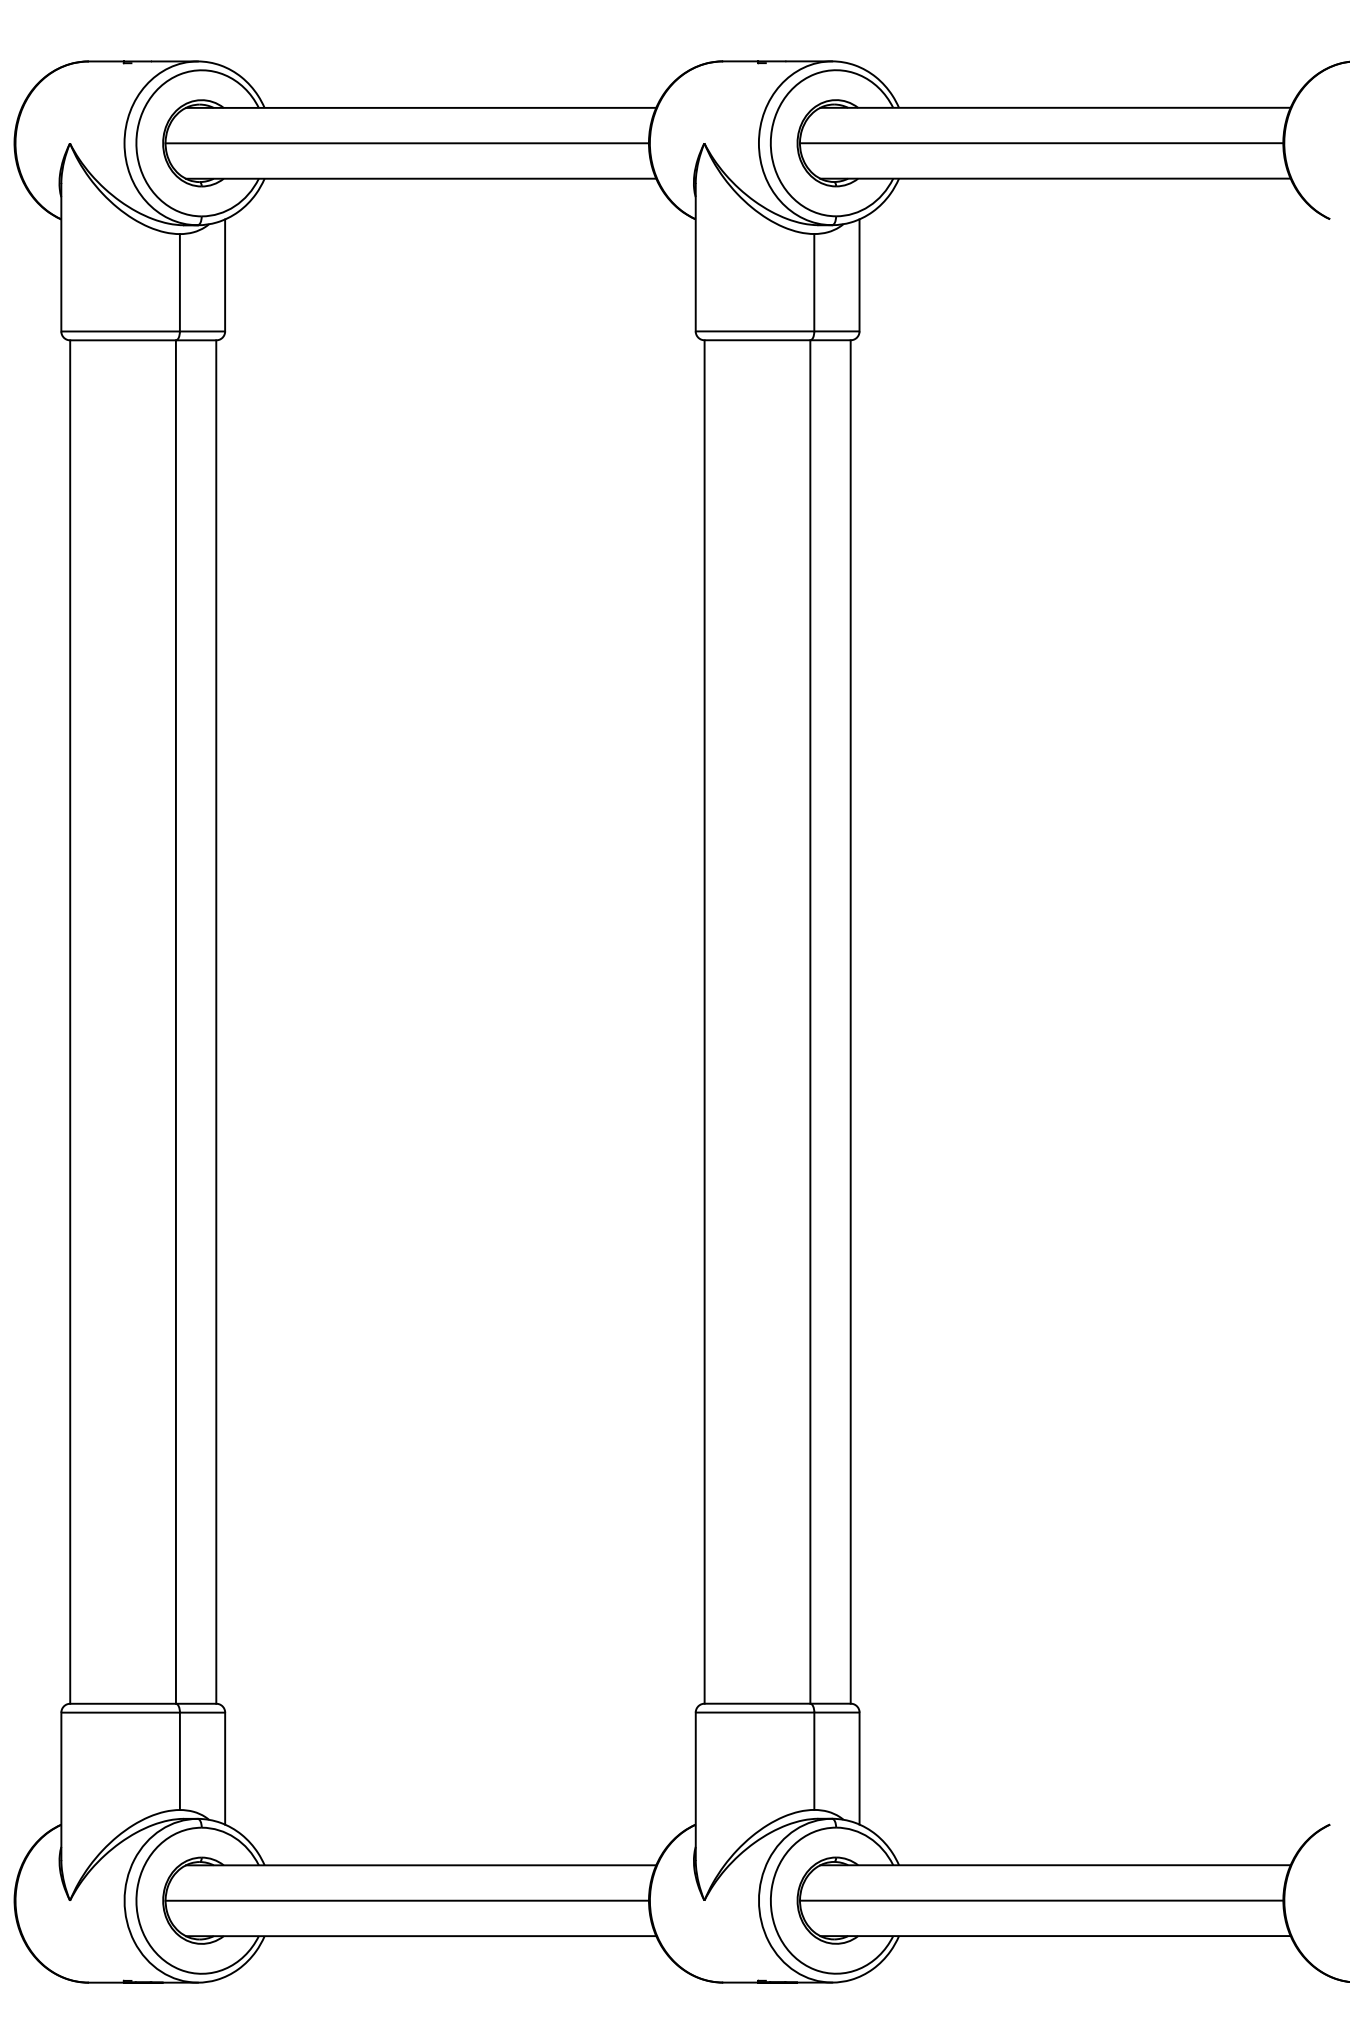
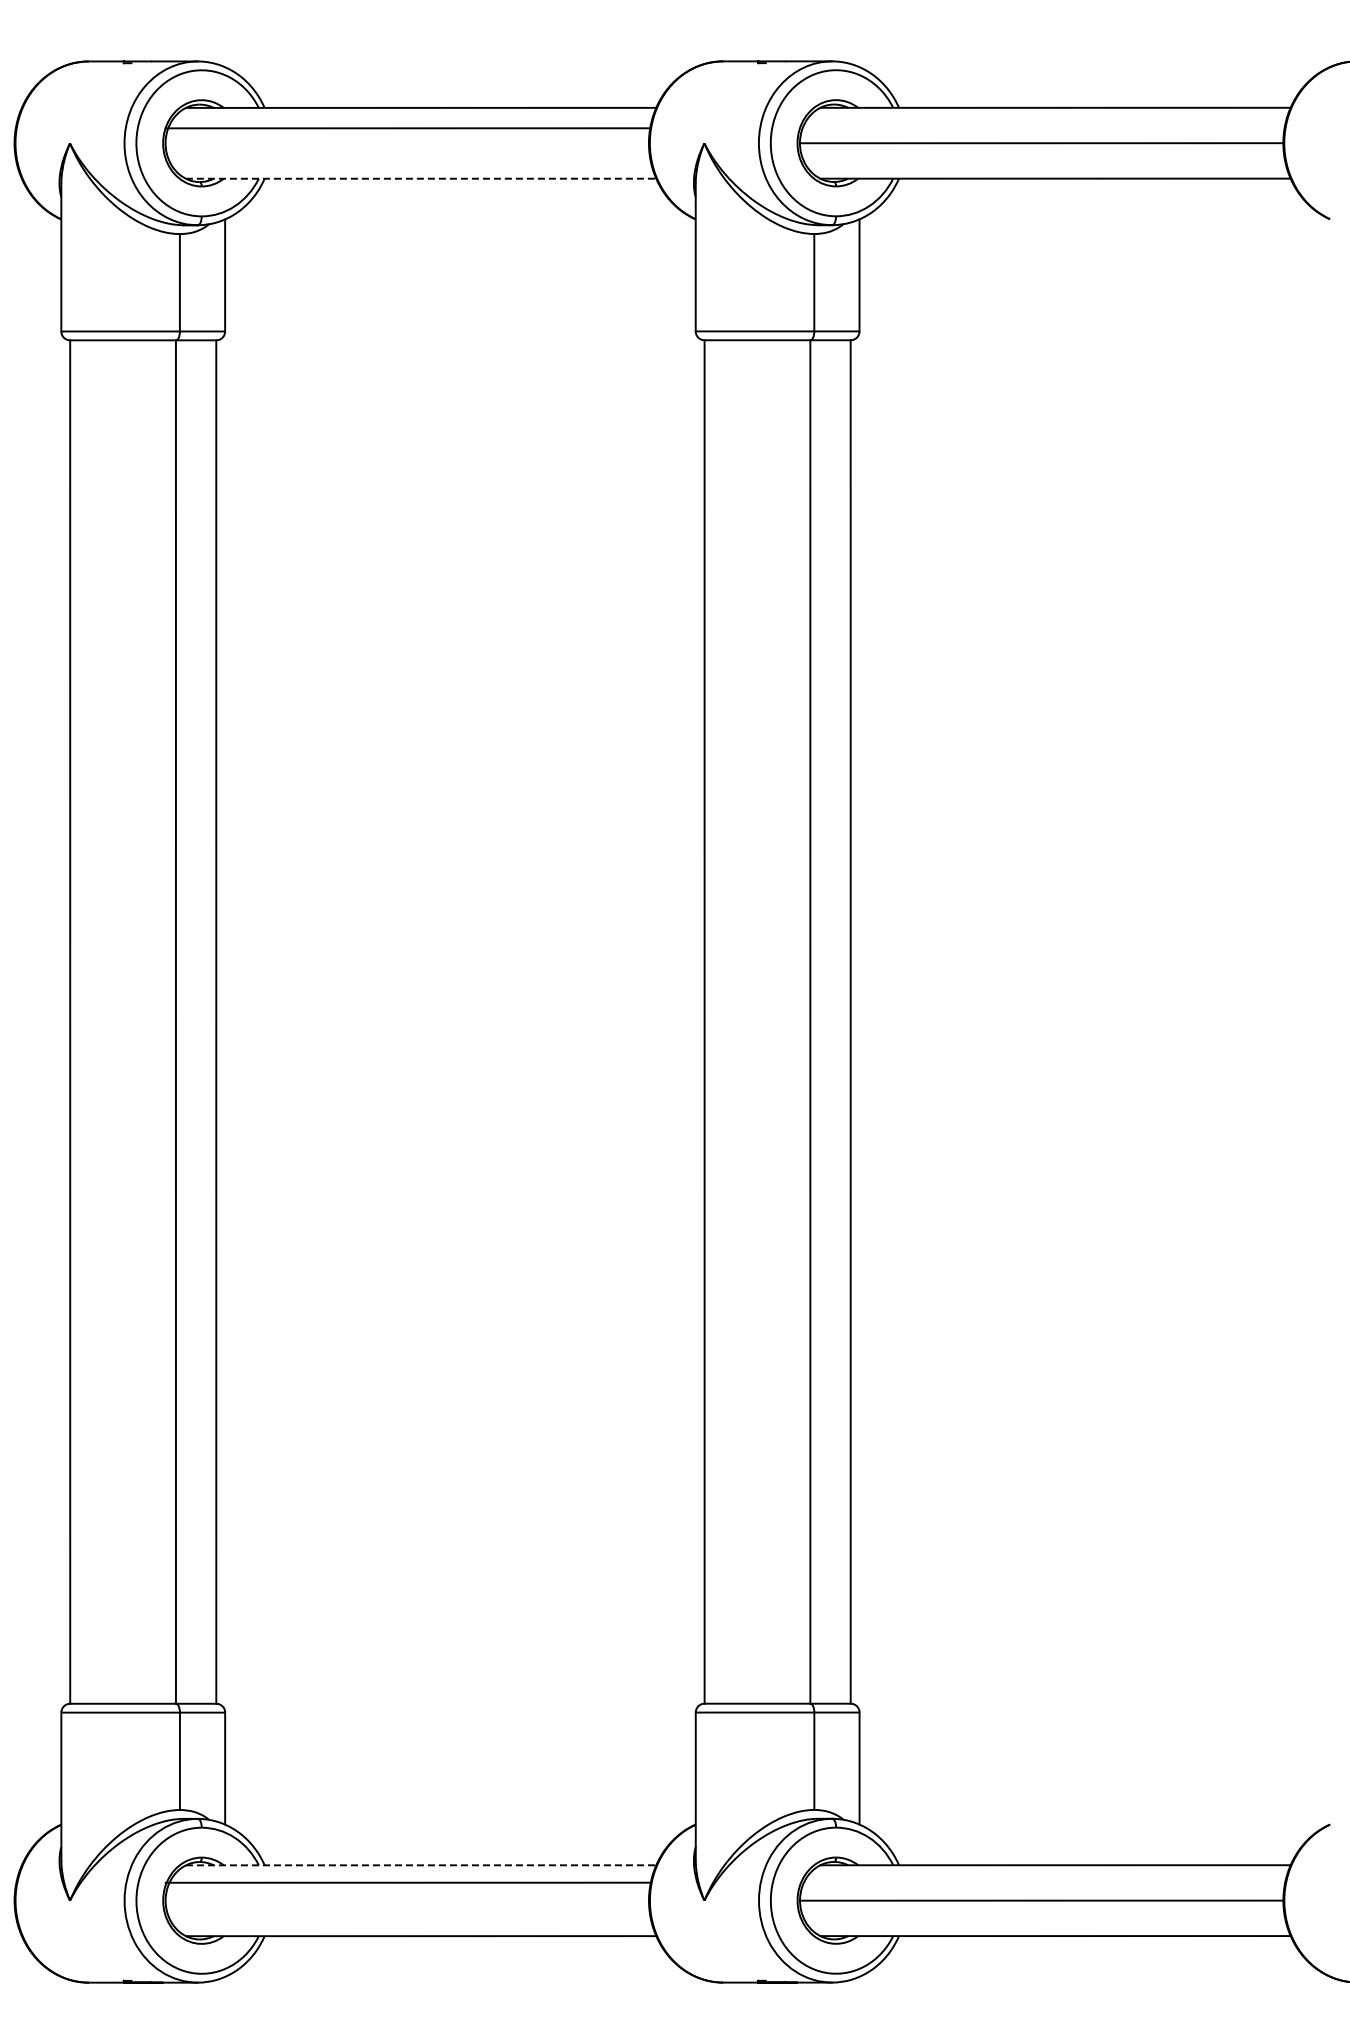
line at (406, 143) position: (406, 143) -> (406, 128)
line at (421, 178): solid -> dashed
line at (421, 1865): solid -> dashed
line at (406, 1900) position: (406, 1900) -> (406, 1882)
